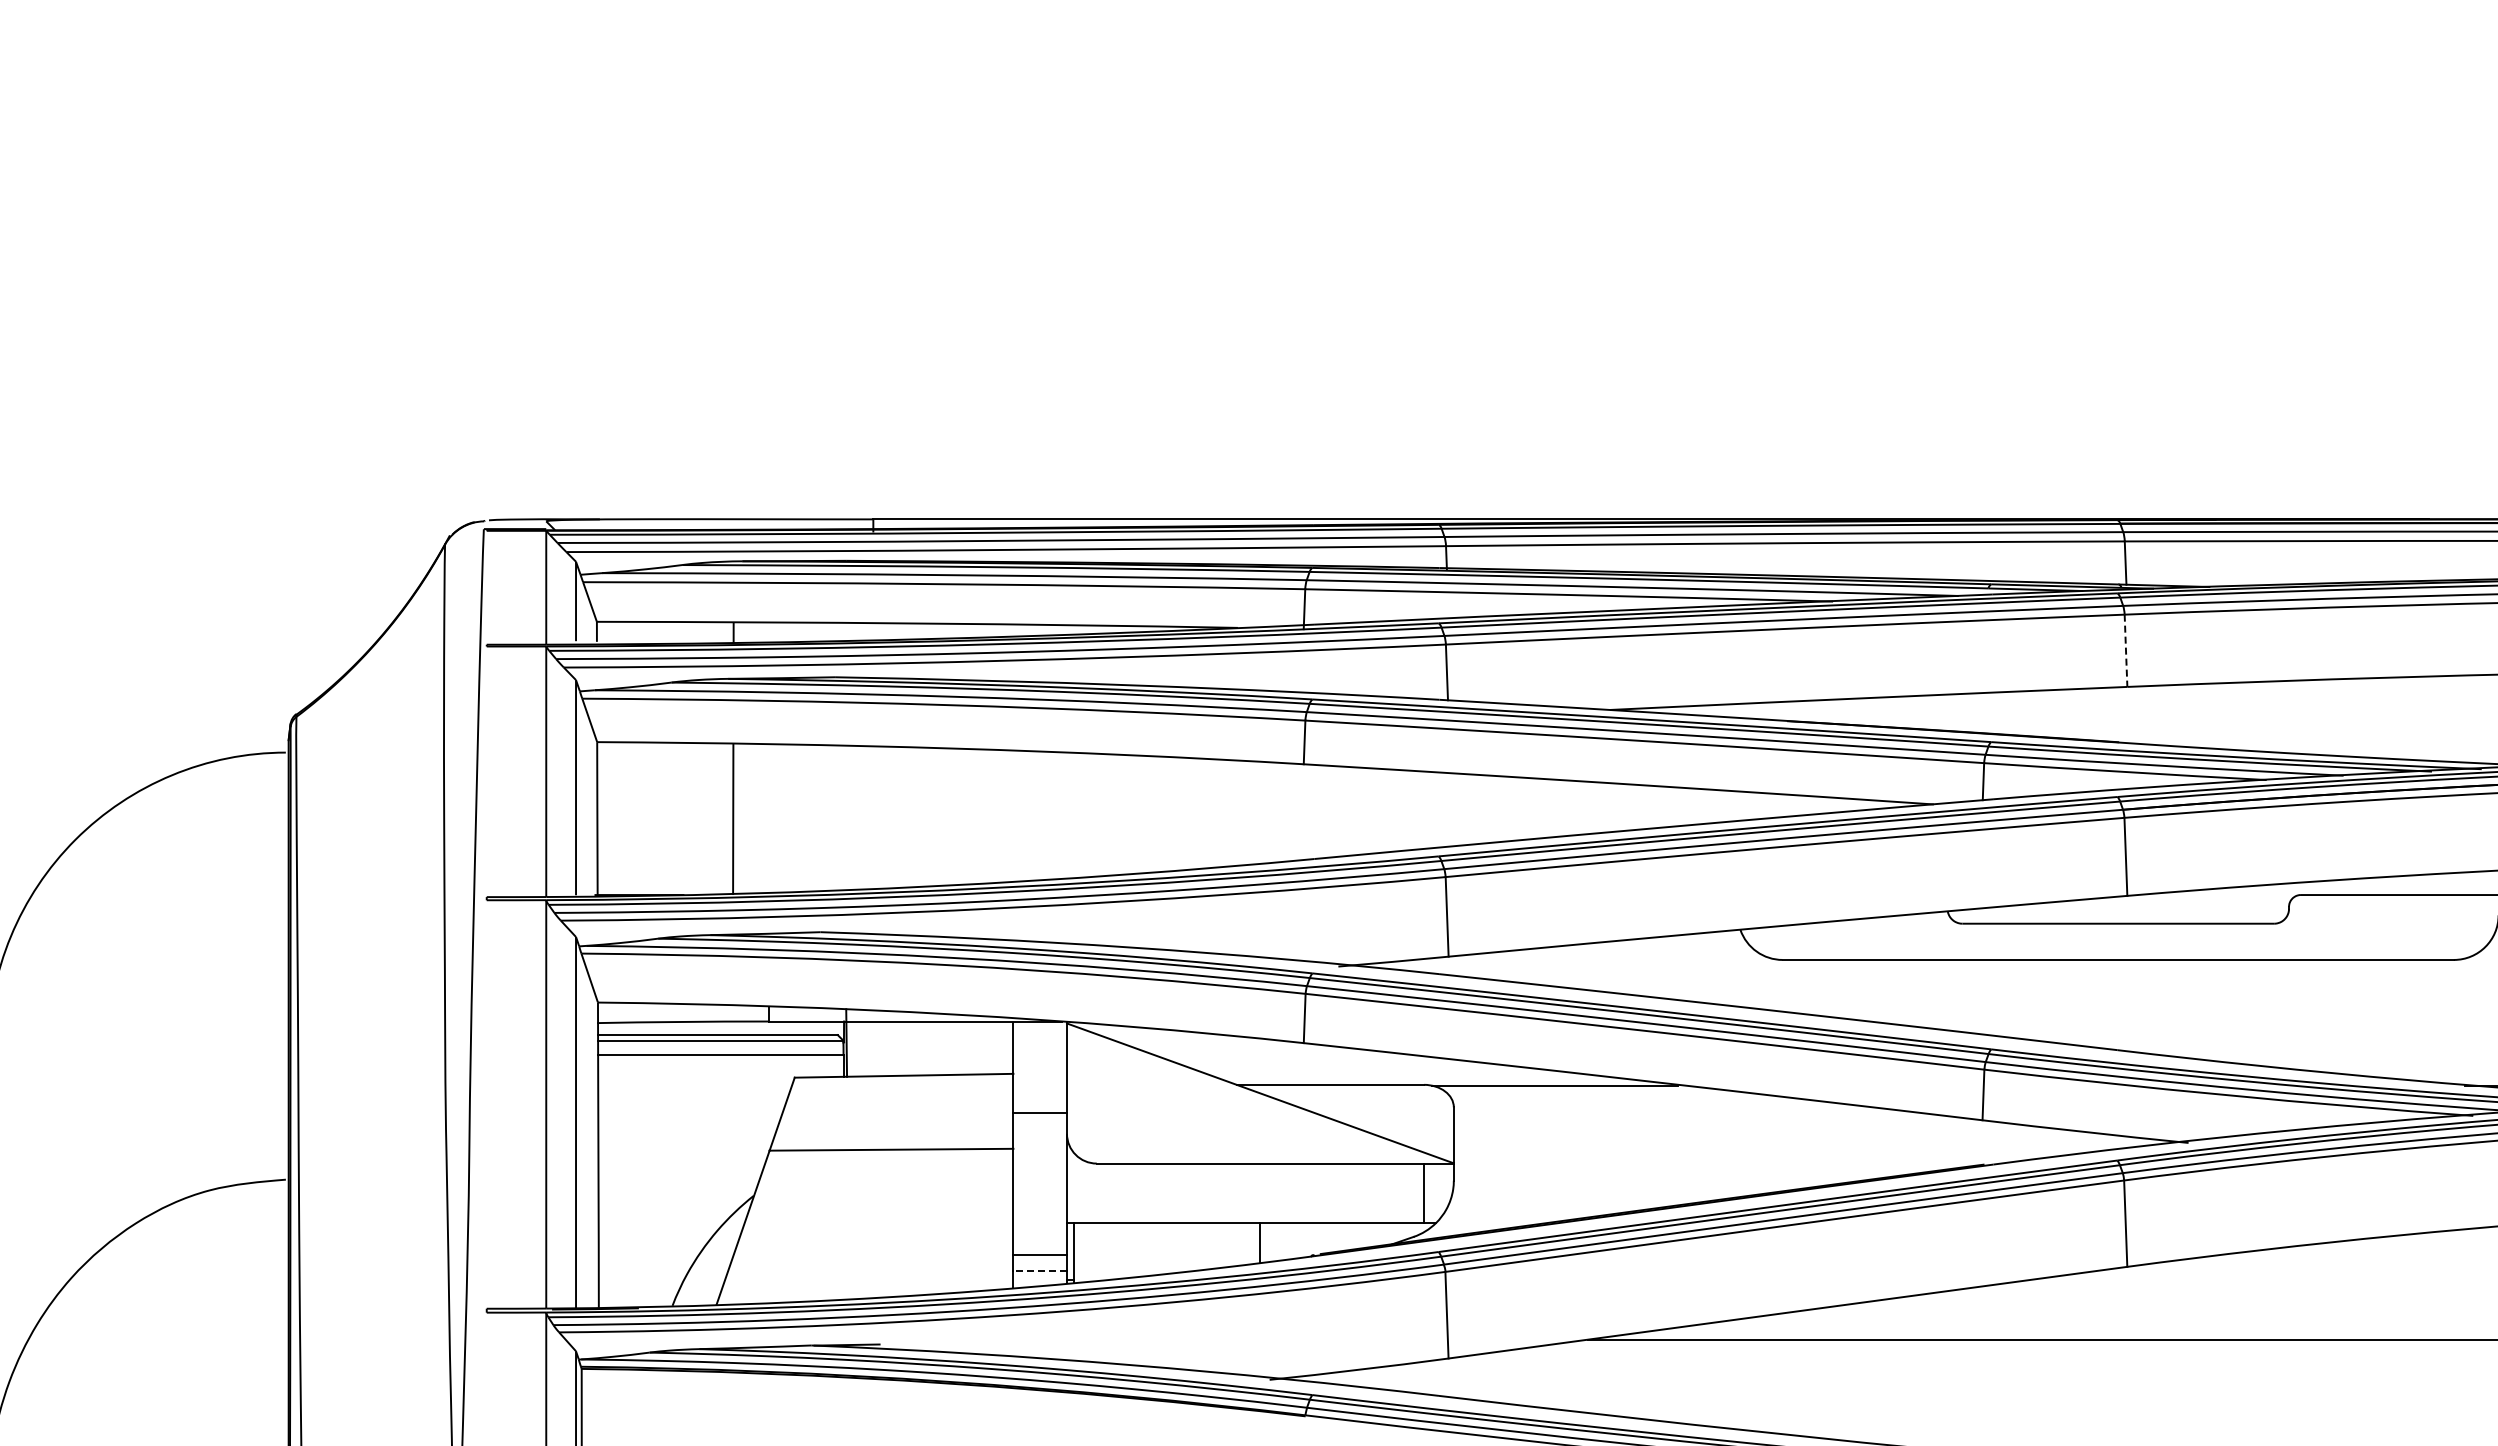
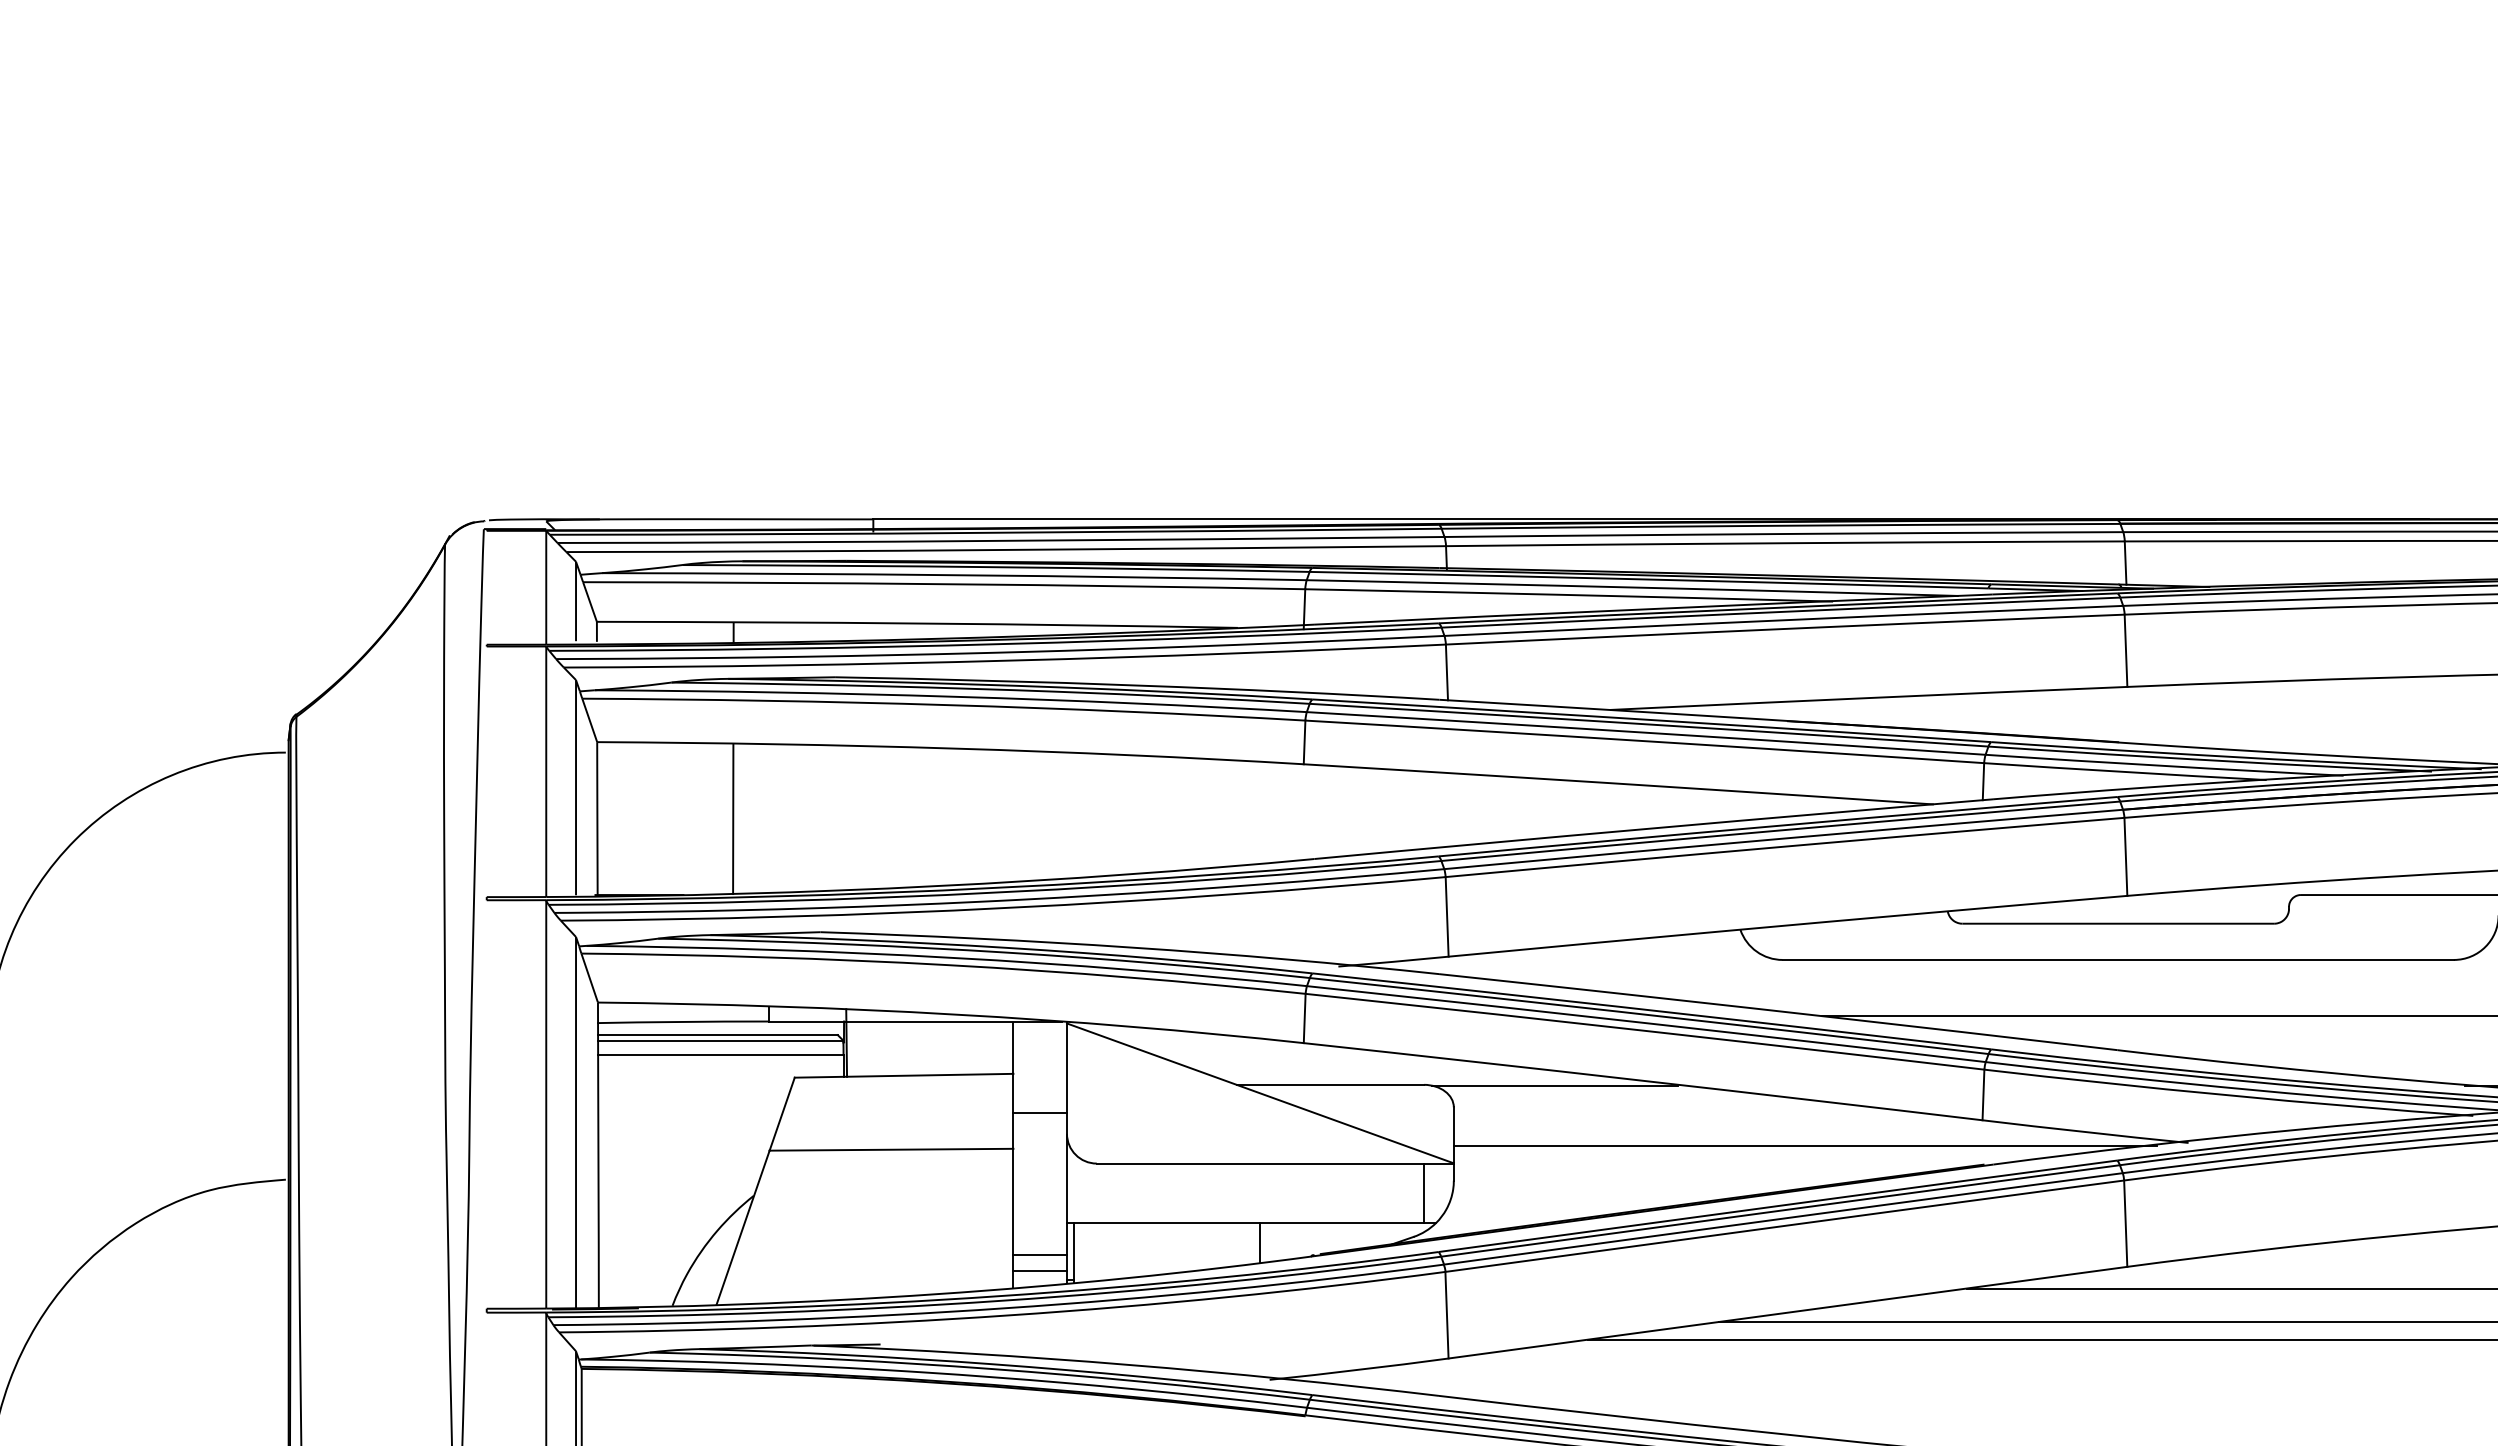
line at (2126, 651): dashed -> solid
line at (2157, 1016): none -> present
line at (1805, 1145): none -> present
line at (1040, 1271): dashed -> solid
line at (2230, 1288): none -> present
line at (2106, 1322): none -> present
